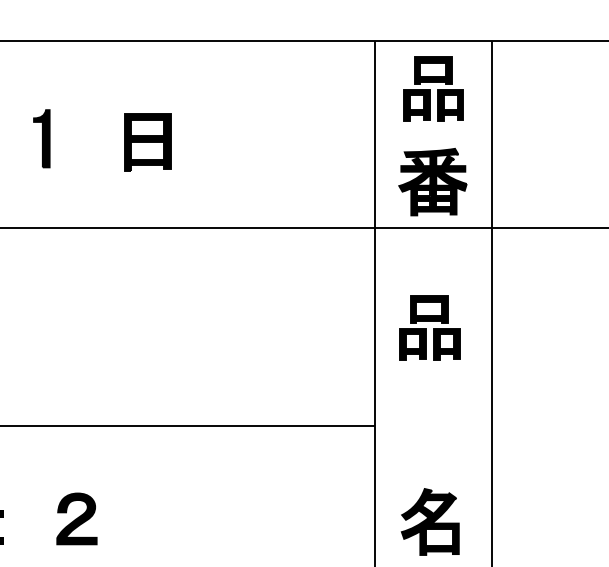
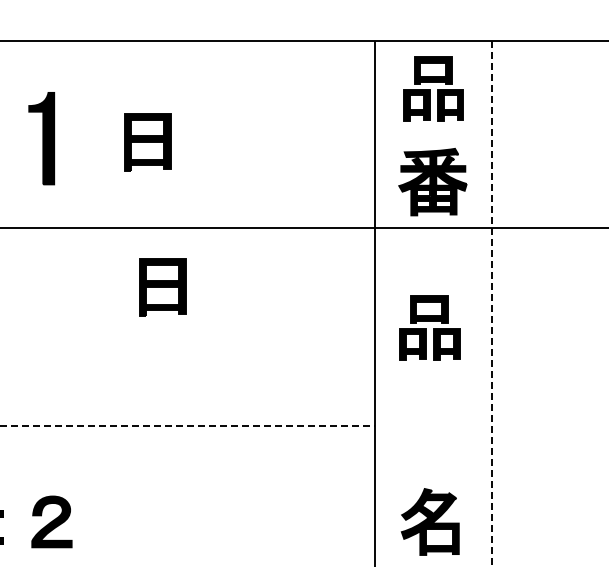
part at (41, 138) size: 18x60 px -> 28x94 px
part at (162, 287): none -> present
line at (491, 303): solid -> dashed
line at (188, 425): solid -> dashed
part at (76, 518) position: (76, 518) -> (51, 521)
